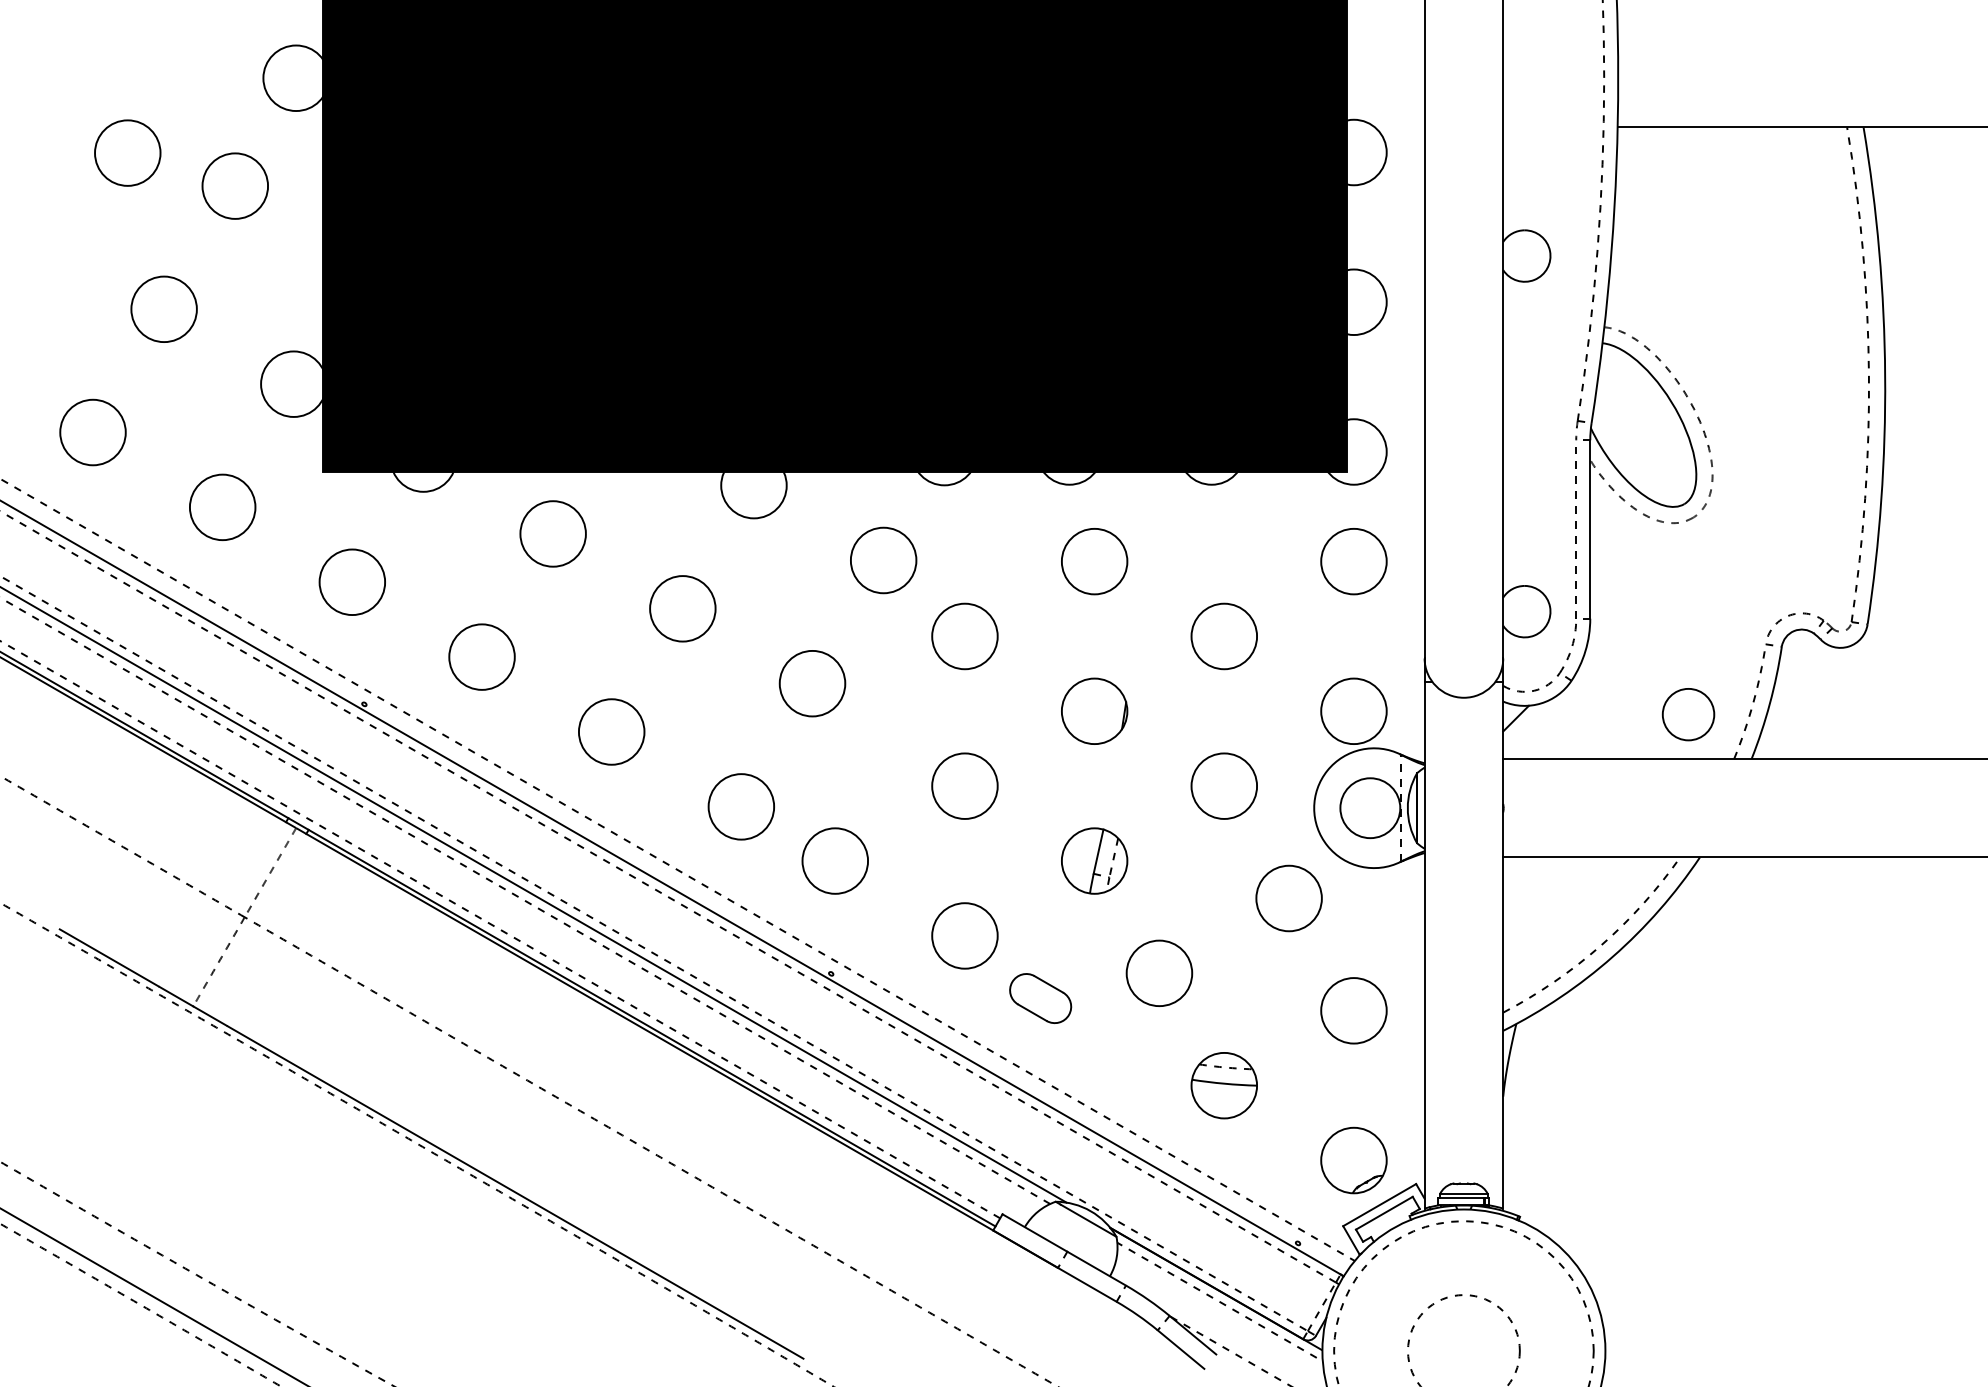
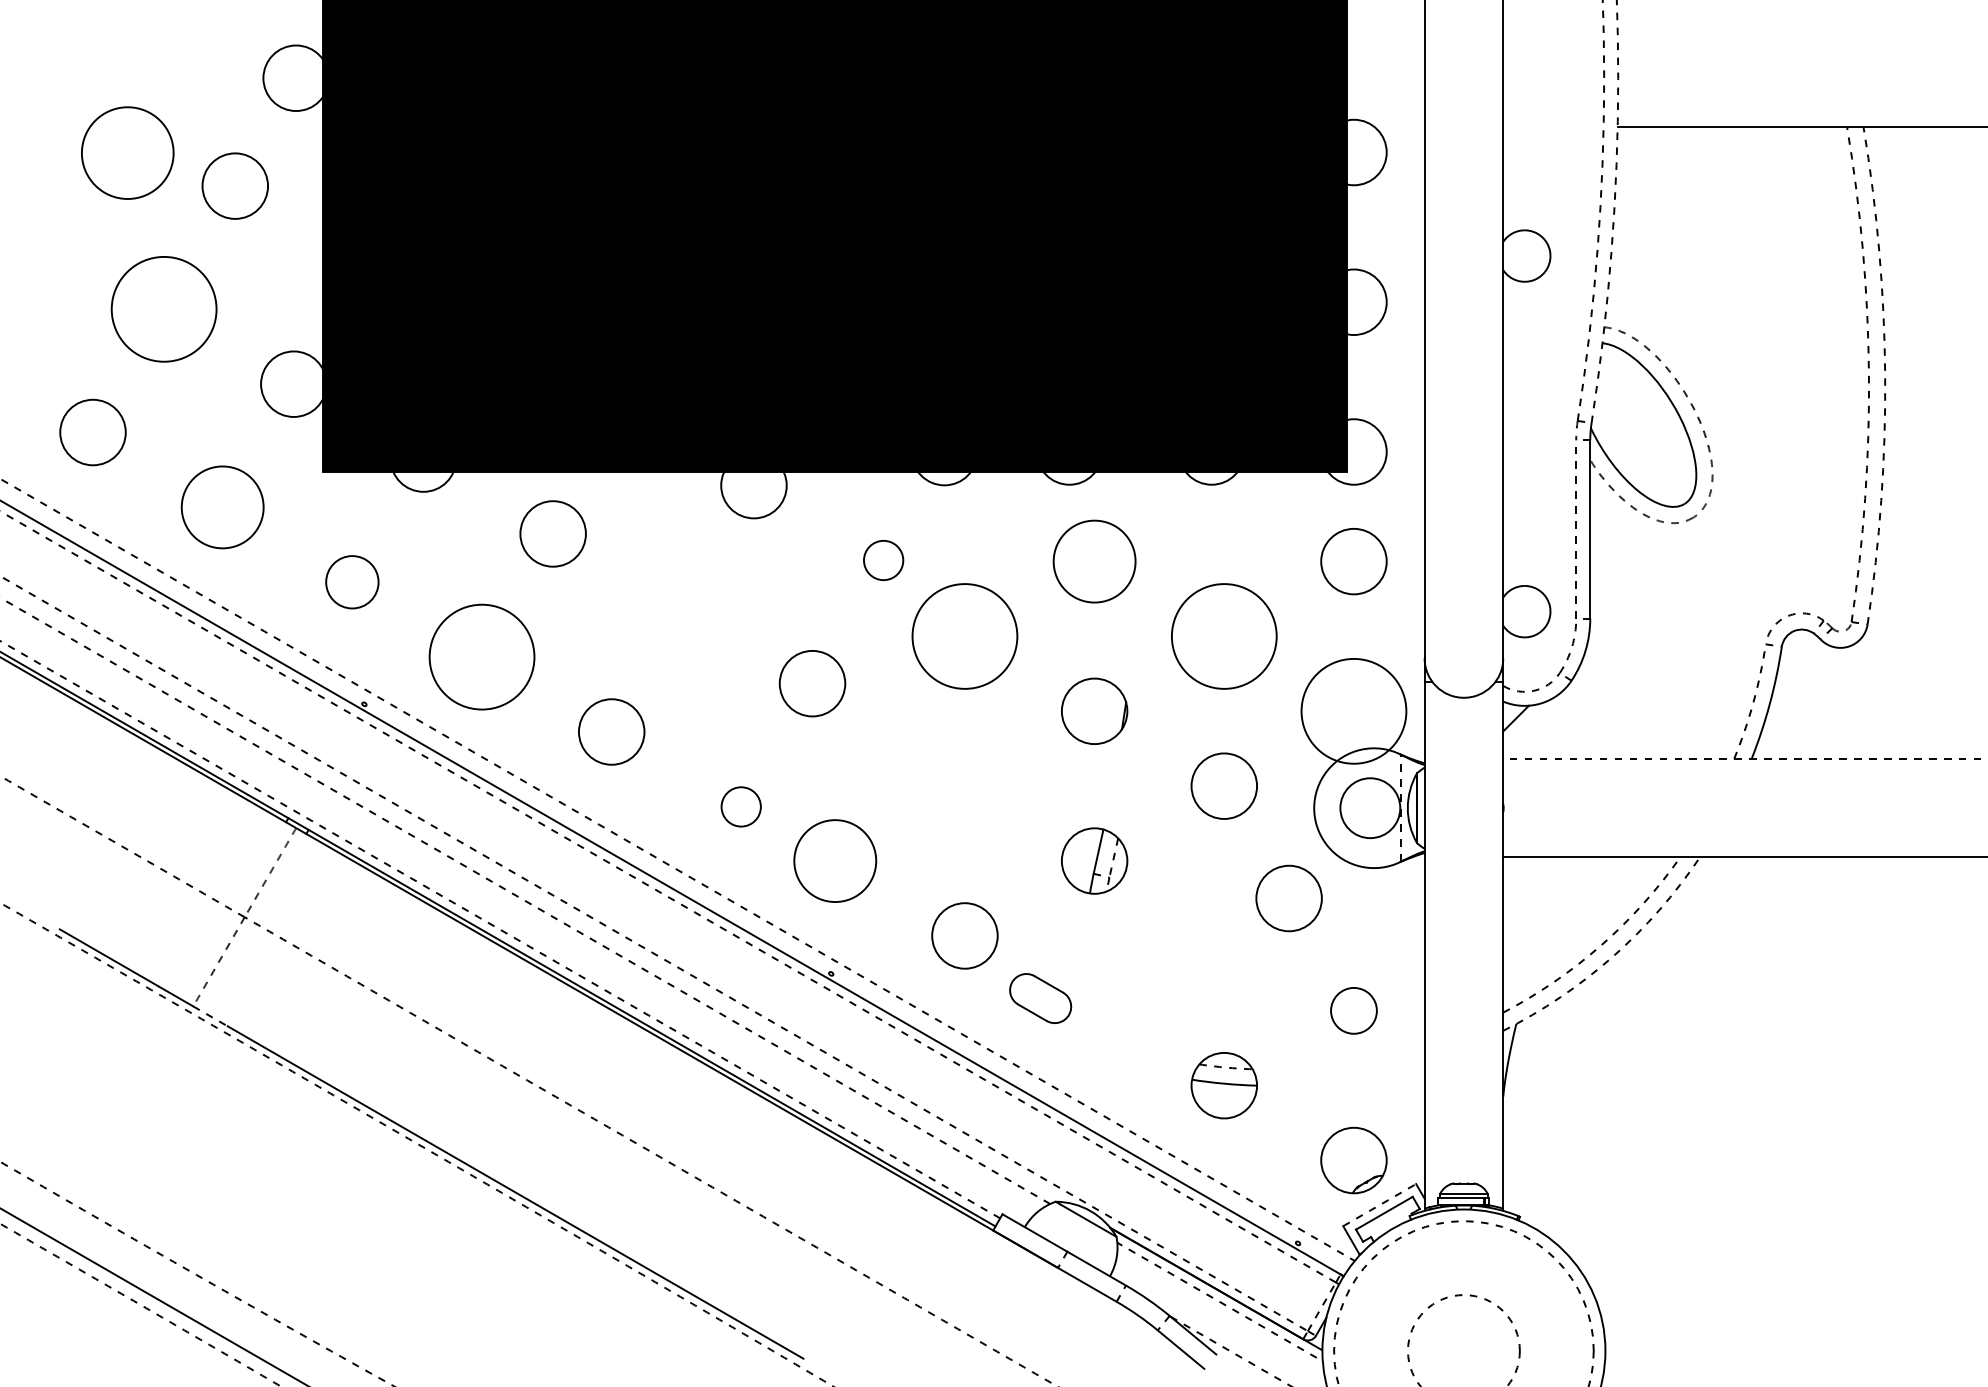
circle at (127, 152) diameter: 66 px -> 92 px
arc at (1614, 211): solid -> dashed
circle at (163, 309) diameter: 66 px -> 105 px
arc at (1885, 375): solid -> dashed
circle at (222, 507) diameter: 66 px -> 82 px
circle at (883, 560) diameter: 66 px -> 39 px
circle at (1094, 561) diameter: 66 px -> 82 px
circle at (352, 582) diameter: 66 px -> 52 px
circle at (682, 608): present -> none
circle at (964, 636) diameter: 66 px -> 105 px
circle at (1224, 636) diameter: 66 px -> 105 px
circle at (481, 656) diameter: 66 px -> 105 px
circle at (1353, 711) diameter: 66 px -> 105 px
circle at (1688, 714): present -> none
line at (1745, 758): solid -> dashed
circle at (964, 785): present -> none
circle at (740, 806) size: 68x68 px -> 42x42 px
circle at (835, 860) diameter: 66 px -> 82 px
line at (534, 895): present -> none
arc at (1612, 956): solid -> dashed
circle at (1159, 972): present -> none
circle at (1353, 1010) size: 68x68 px -> 48x48 px
line at (210, 1016): solid -> dashed
line at (1380, 1204): solid -> dashed
